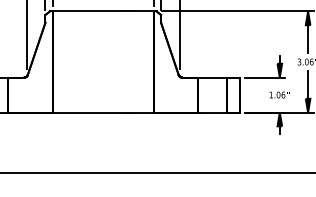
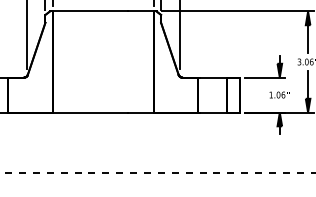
line at (158, 173): solid -> dashed
